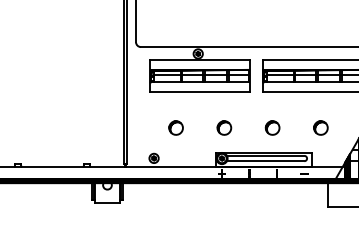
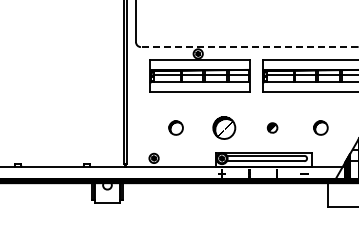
line at (249, 47): solid -> dashed
part at (224, 127) size: 17x16 px -> 25x24 px
part at (272, 127) size: 17x16 px -> 13x12 px
